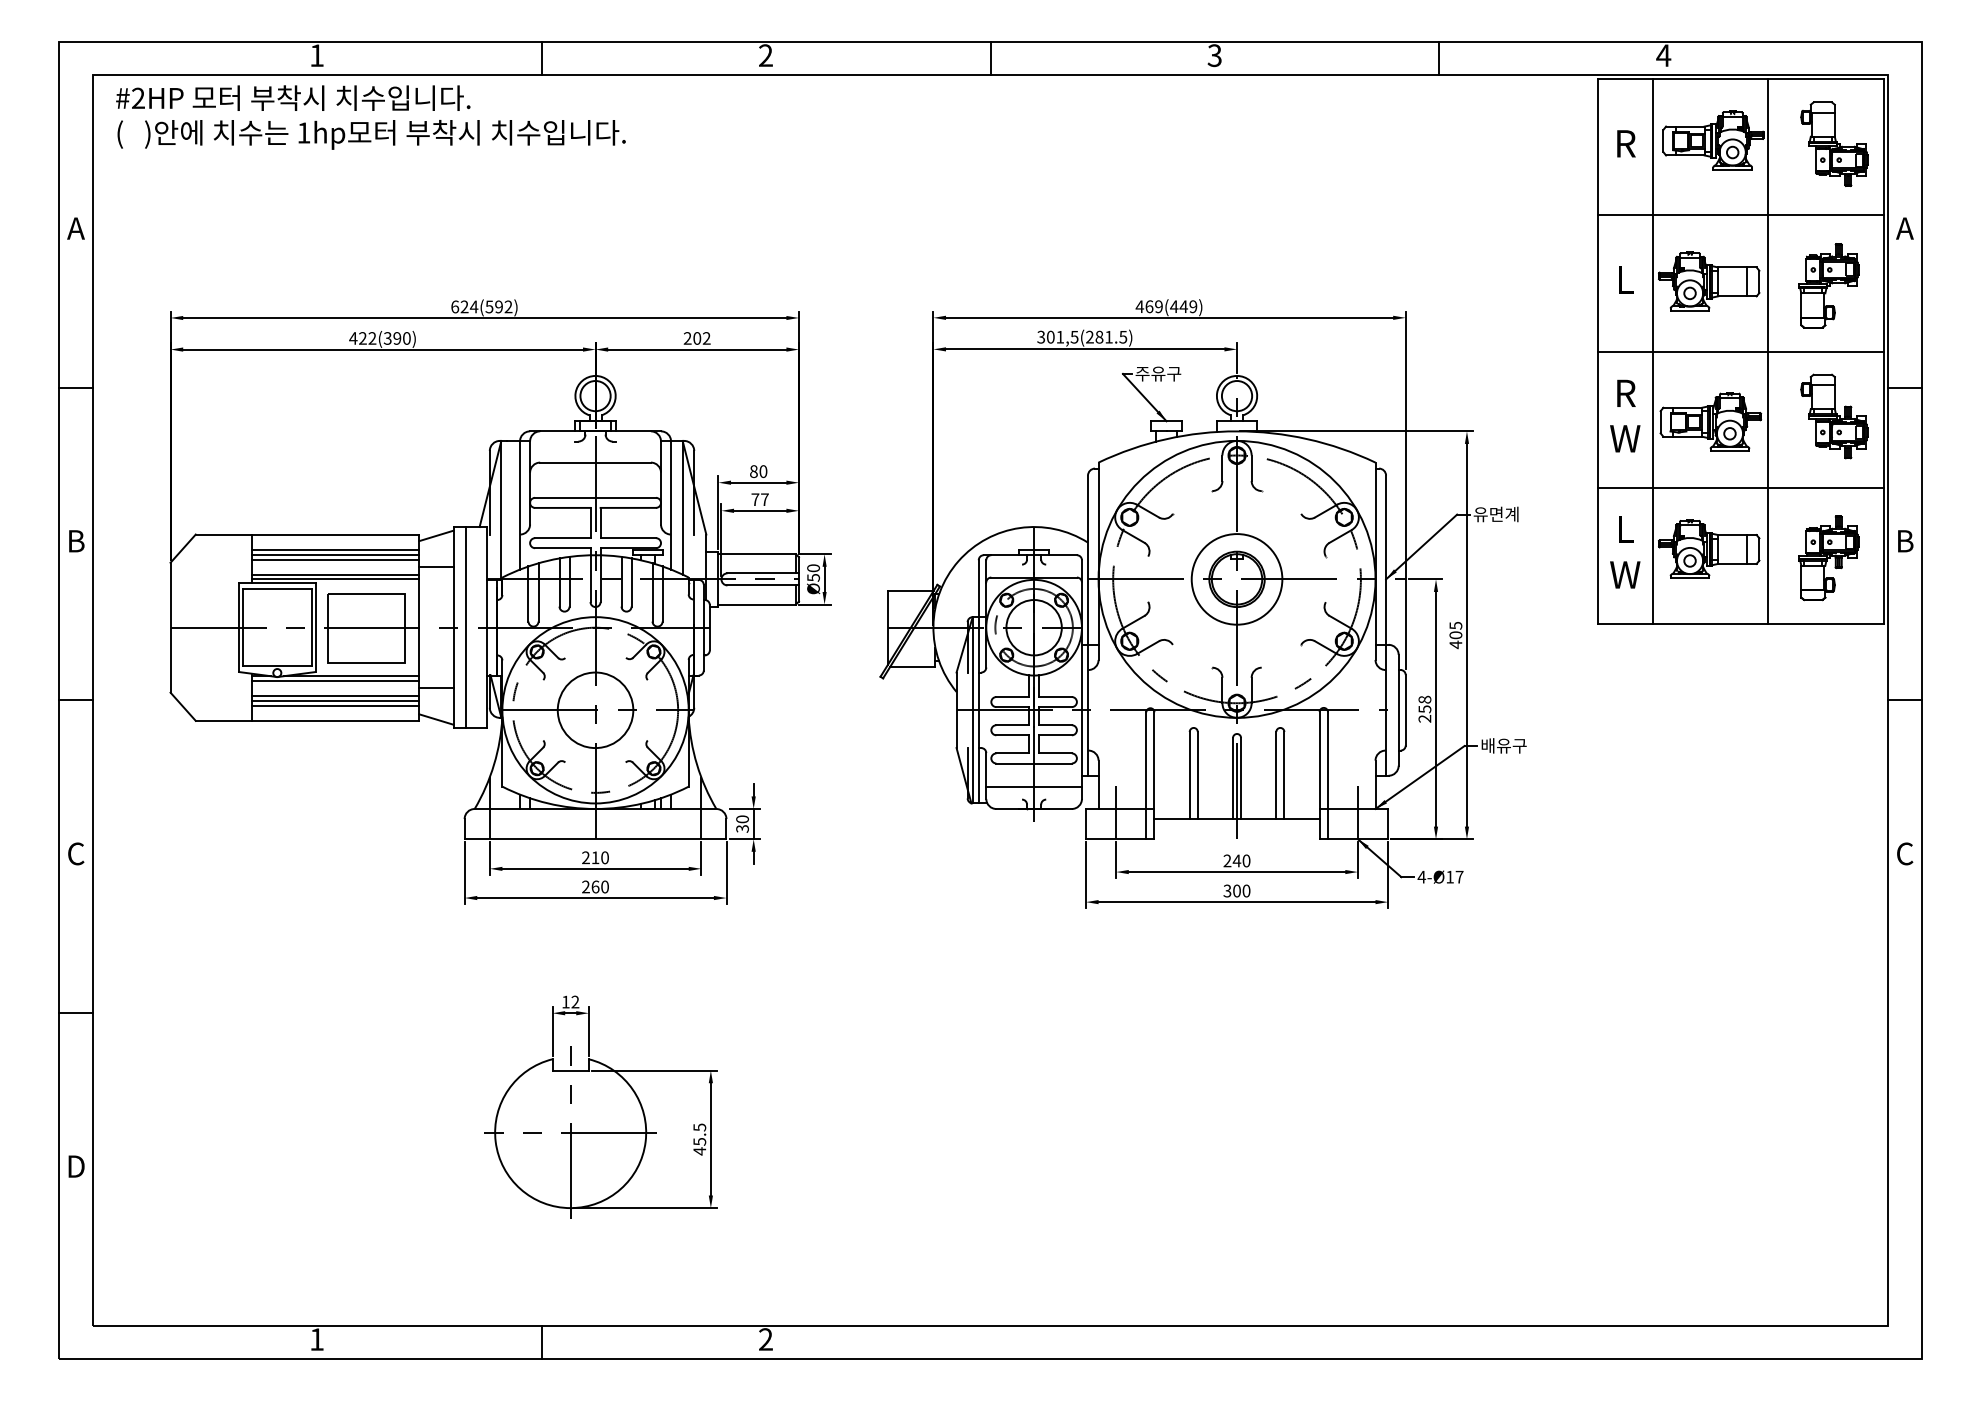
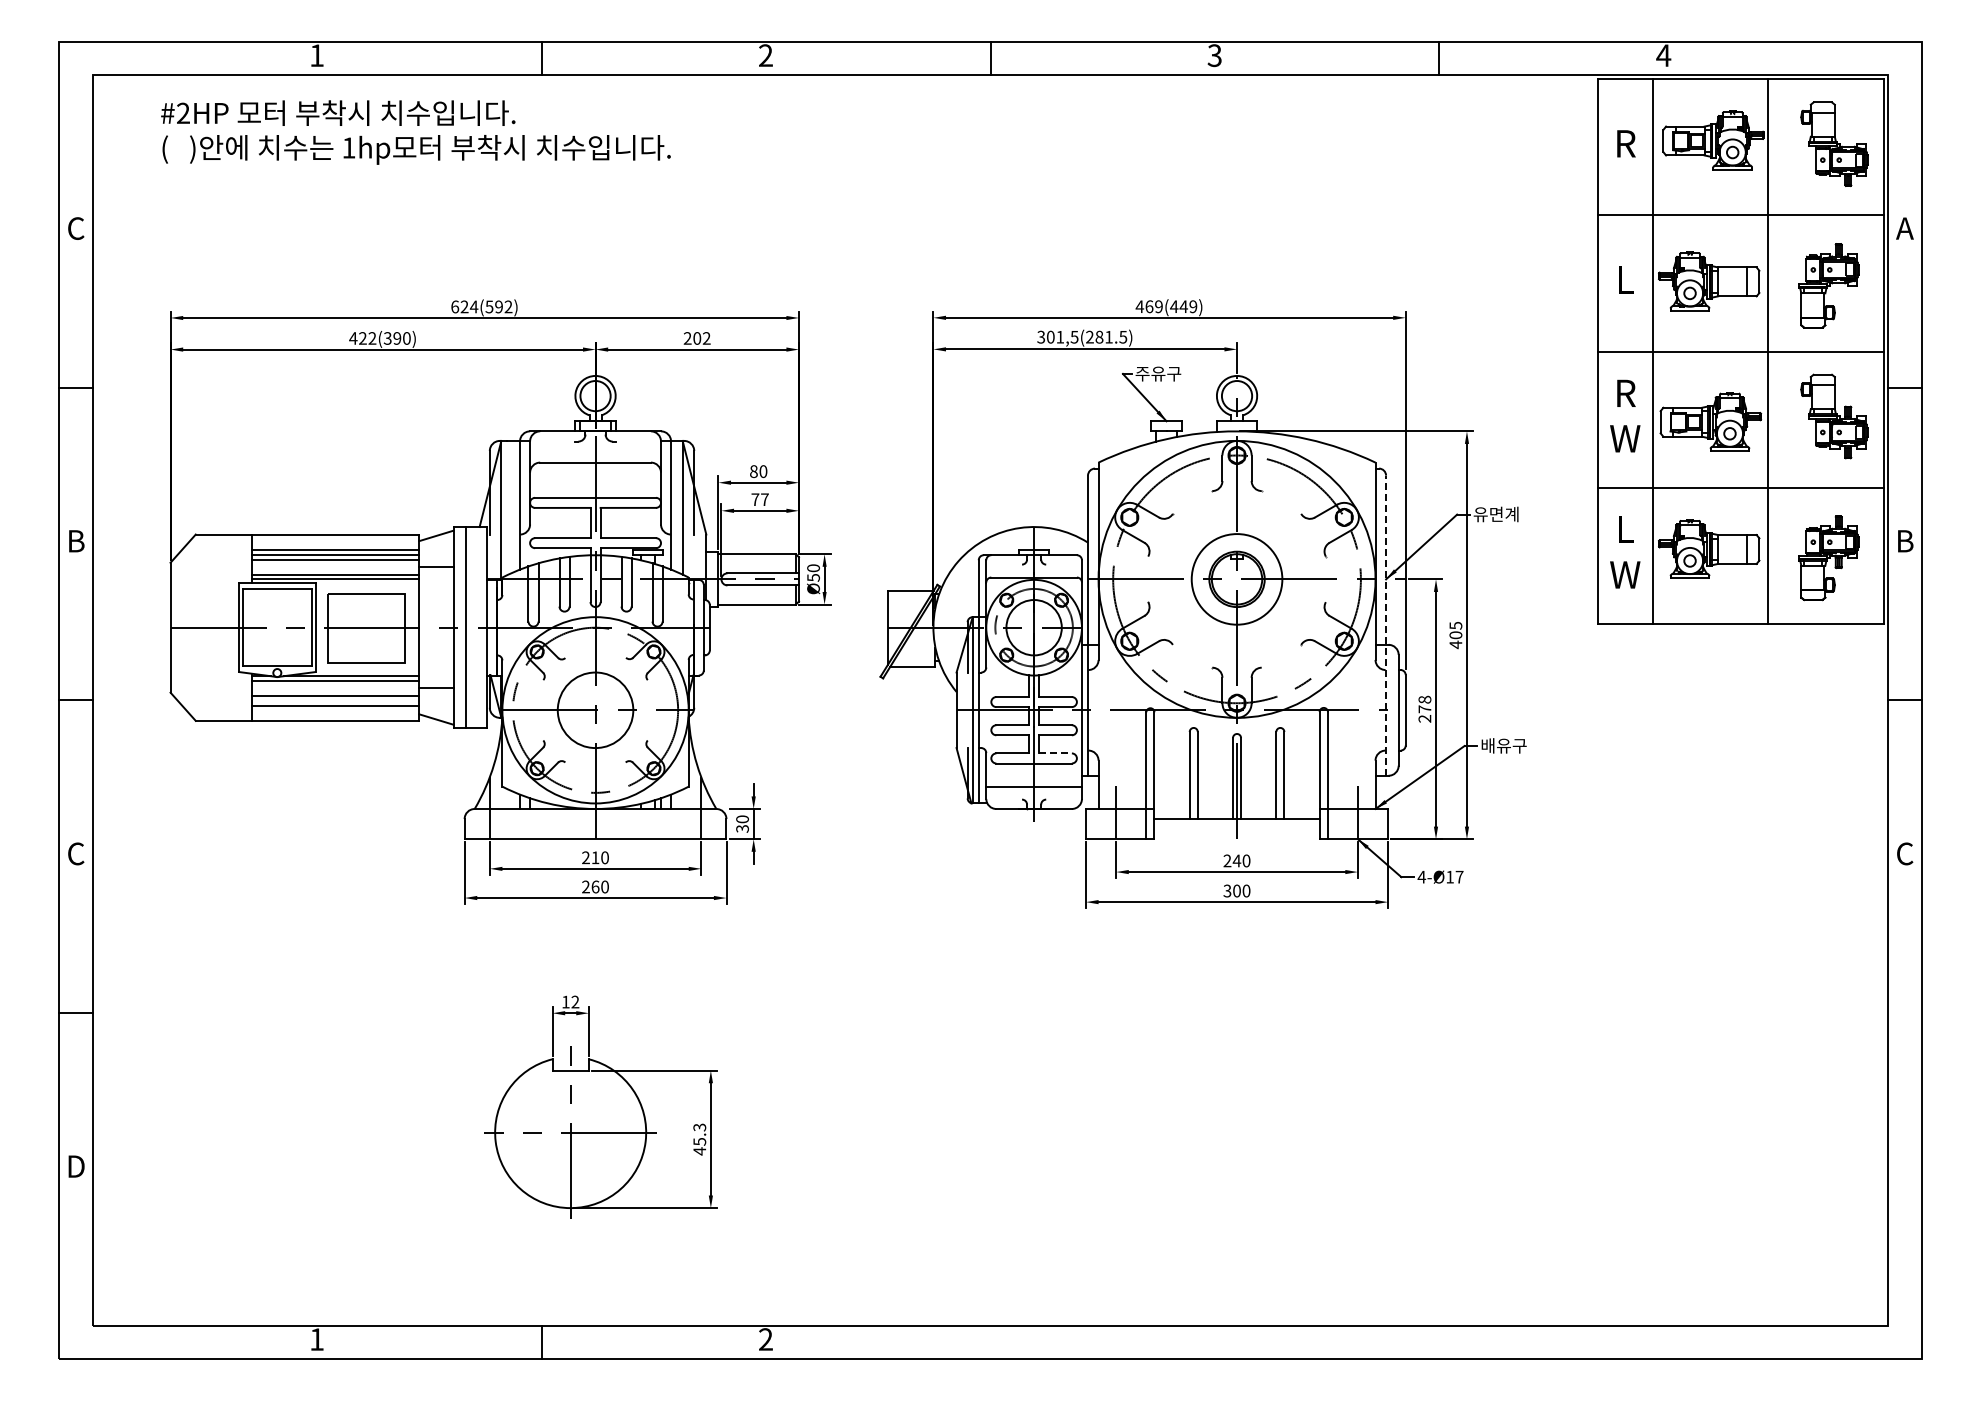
text at (370, 117) position: (370, 117) -> (415, 132)
text at (75, 228): A -> C
line at (1386, 625): solid -> dashed
line at (335, 700): present -> none
text at (1424, 709): 258 -> 278
line at (1056, 753): solid -> dashed
text at (699, 1126): 45.5 -> 45.3
